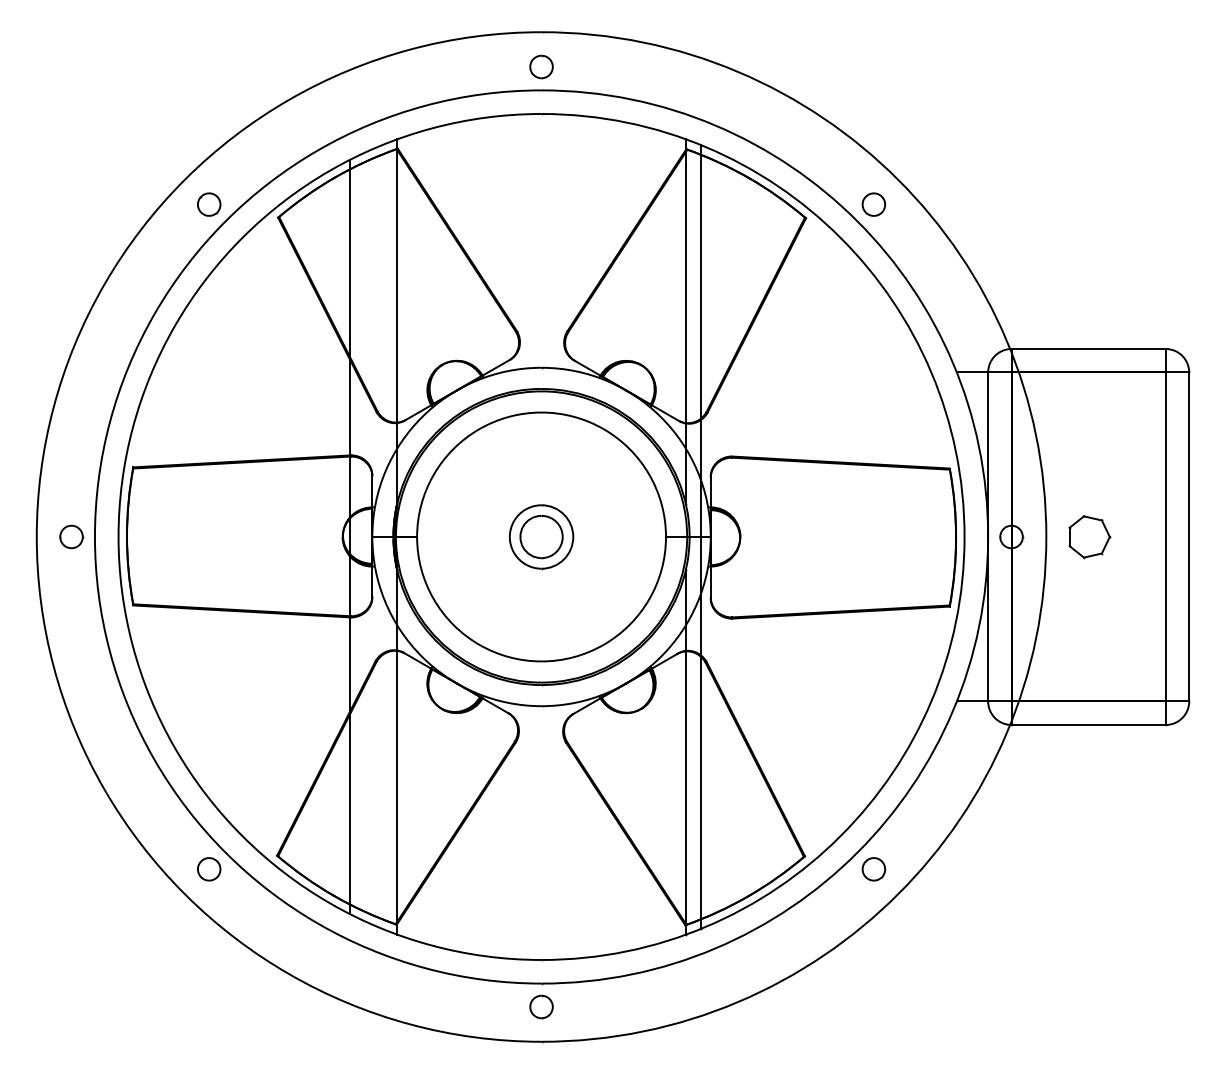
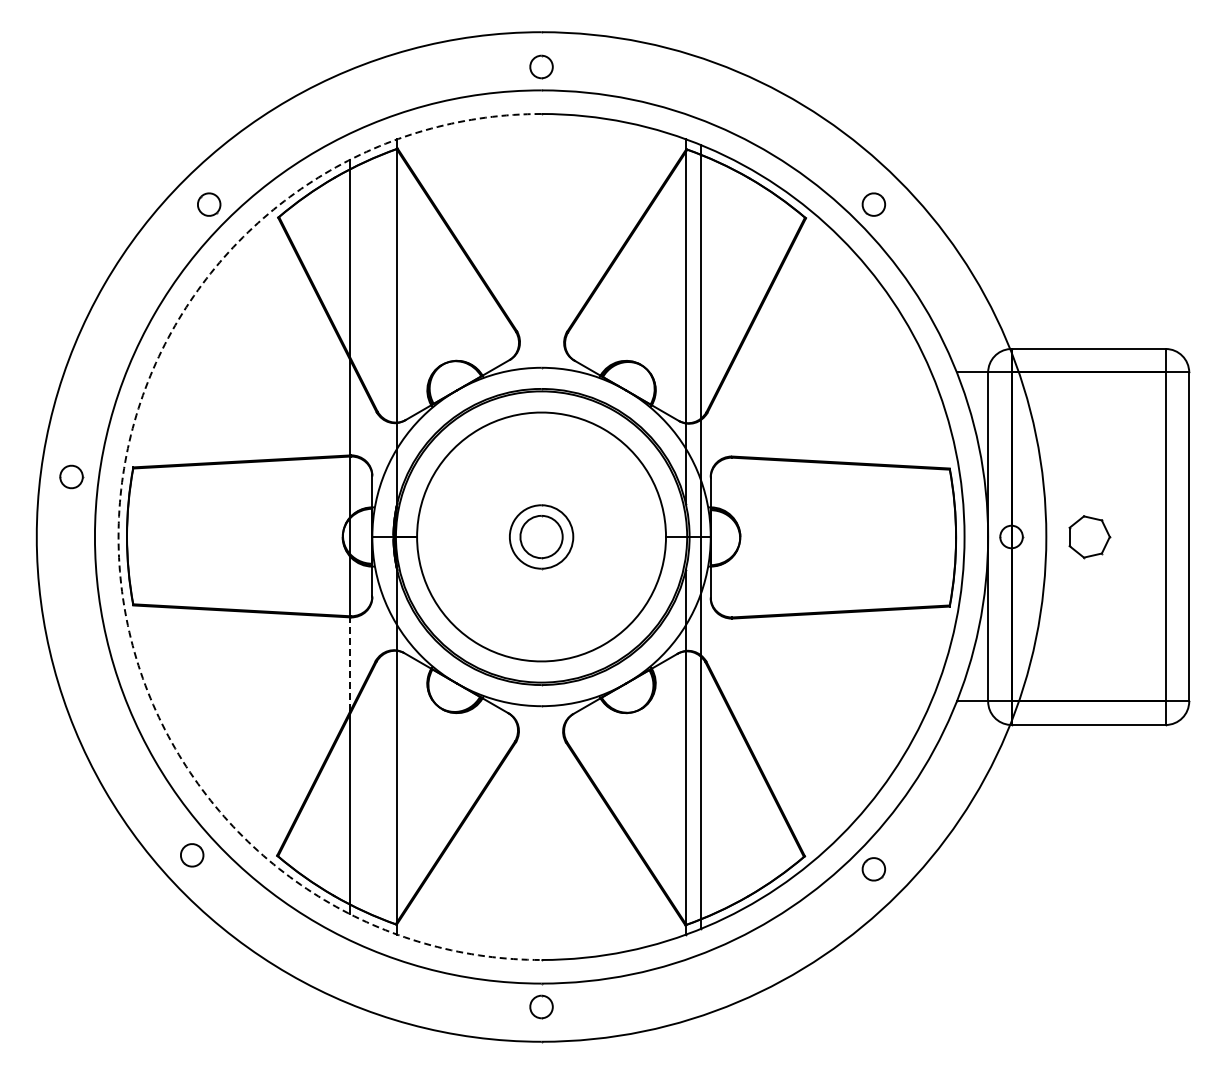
part at (71, 536) position: (71, 536) -> (71, 476)
arc at (118, 537): solid -> dashed
line at (350, 664): solid -> dashed
part at (209, 869) position: (209, 869) -> (192, 855)
